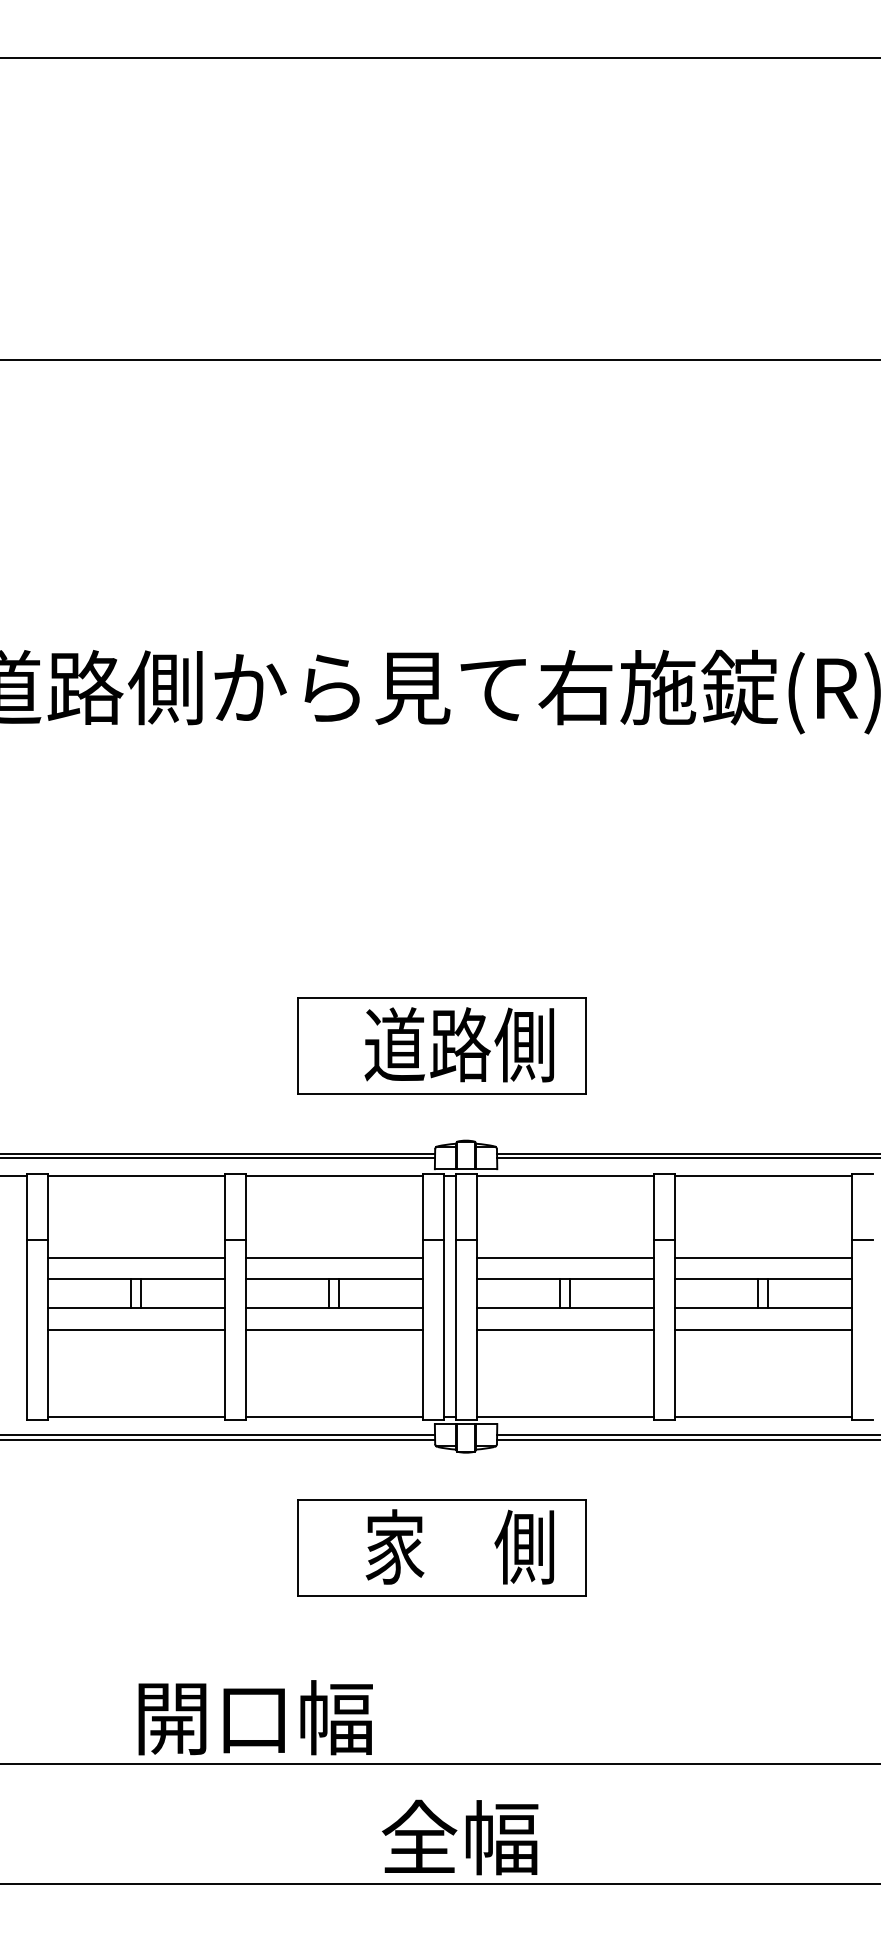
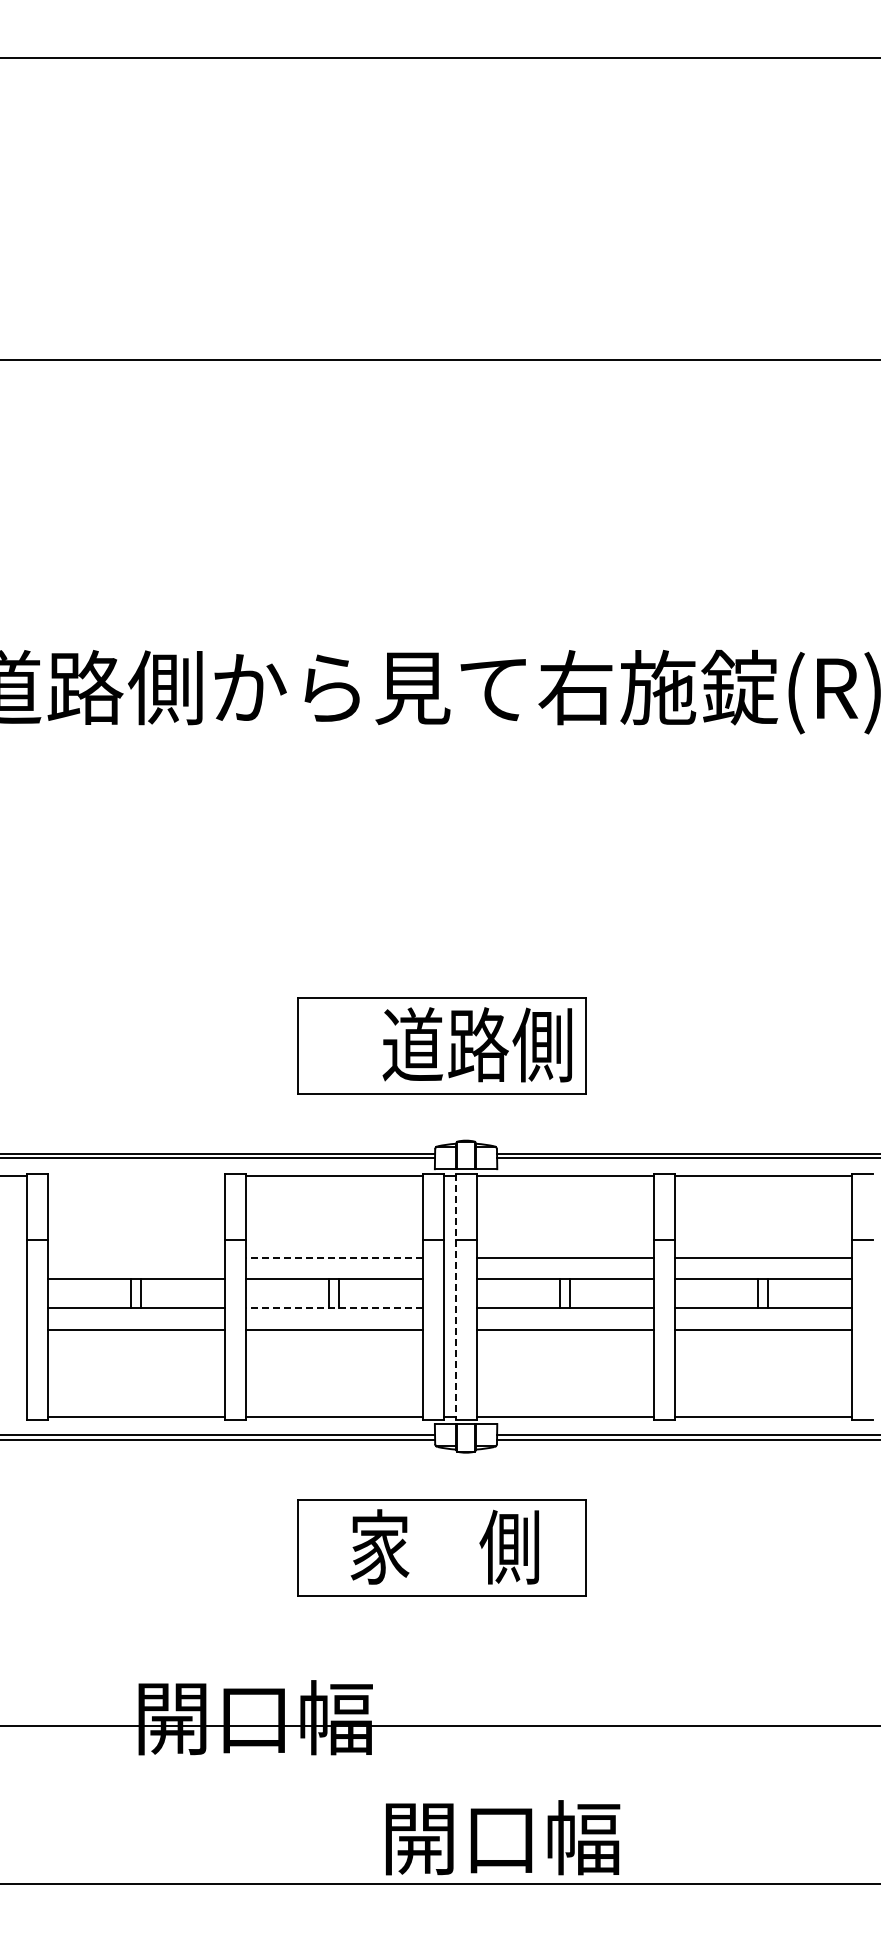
text at (458, 1044) position: (458, 1044) -> (476, 1044)
line at (135, 1176): present -> none
line at (135, 1257): present -> none
line at (333, 1257): solid -> dashed
line at (455, 1296): solid -> dashed
line at (333, 1308): solid -> dashed
text at (459, 1546) position: (459, 1546) -> (444, 1546)
line at (439, 1763) position: (439, 1763) -> (439, 1725)
text at (500, 1837): 全幅 -> 開口幅
